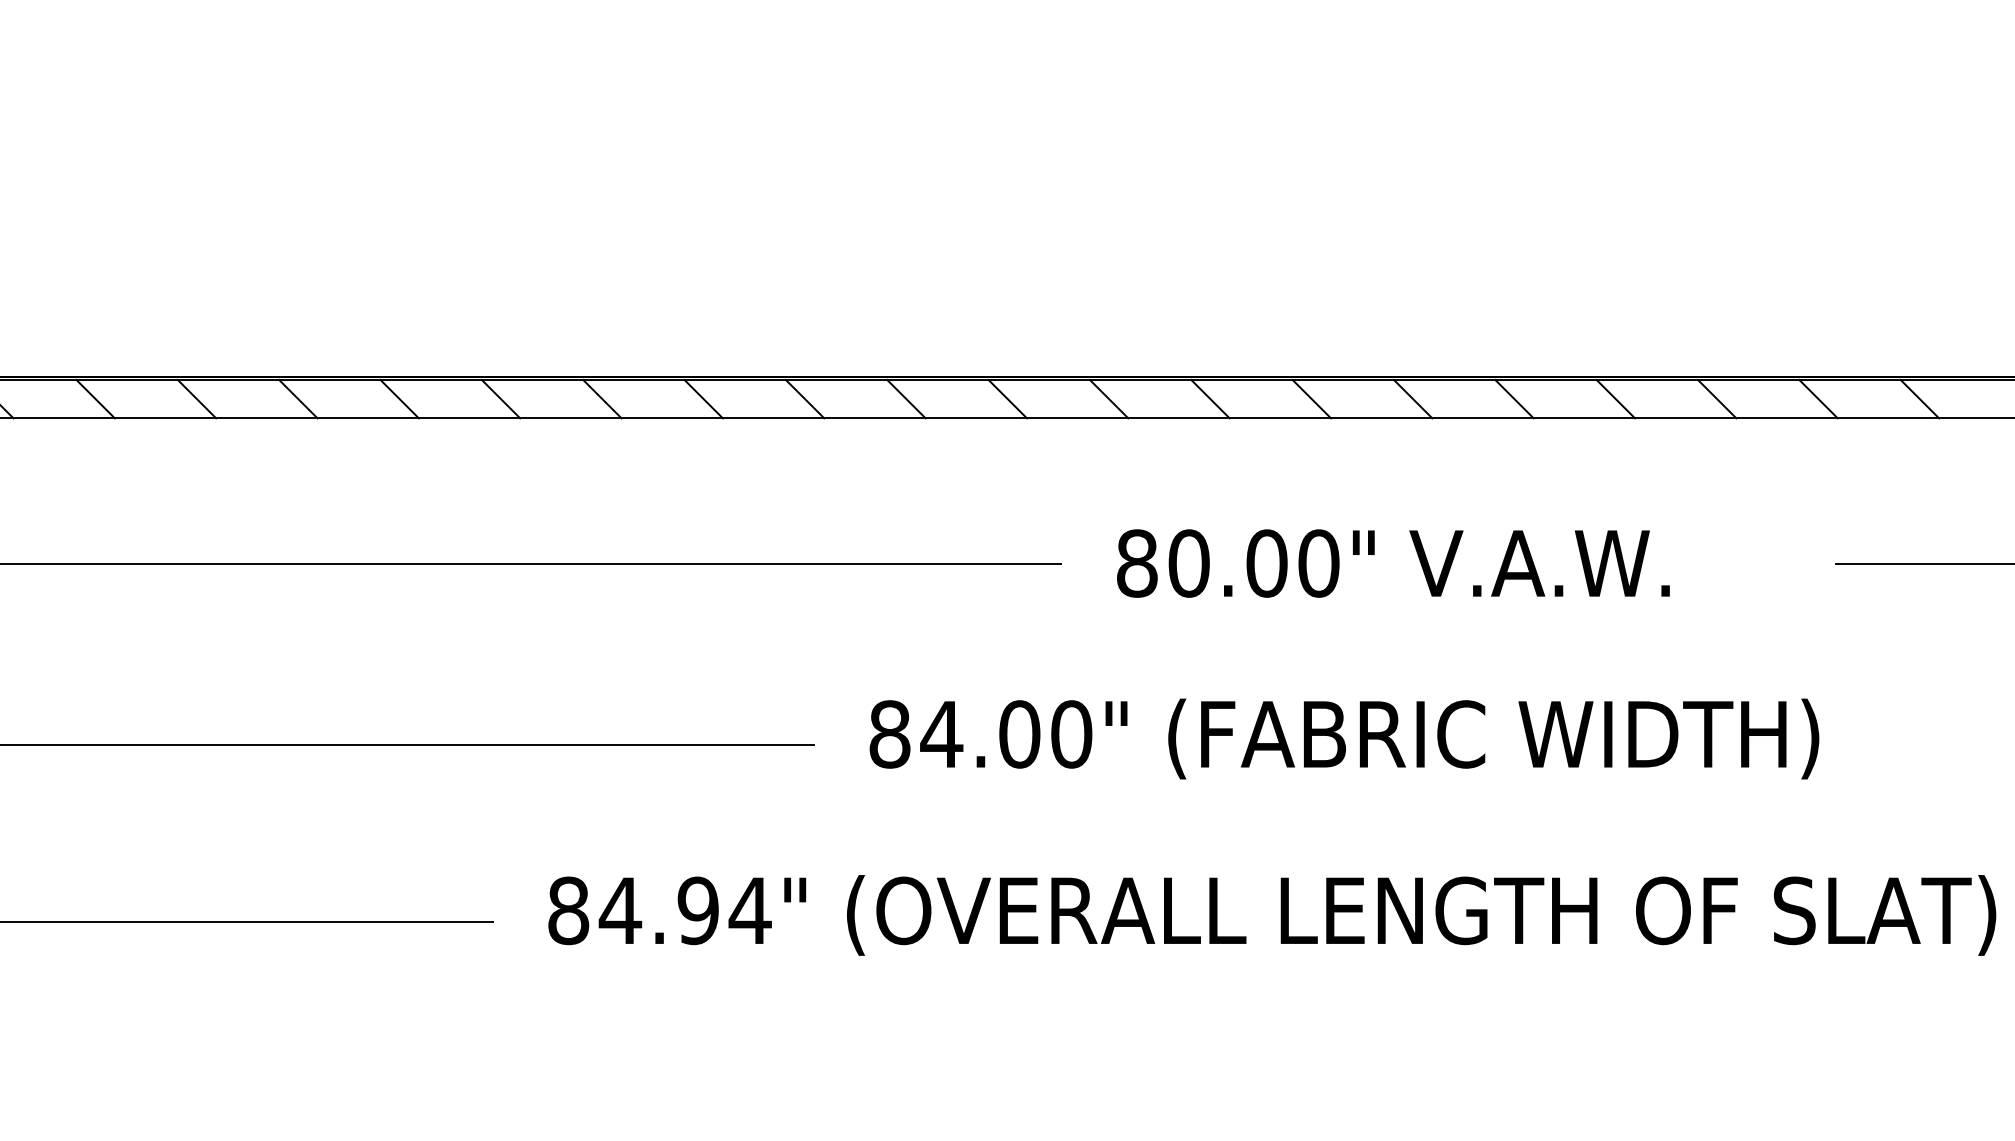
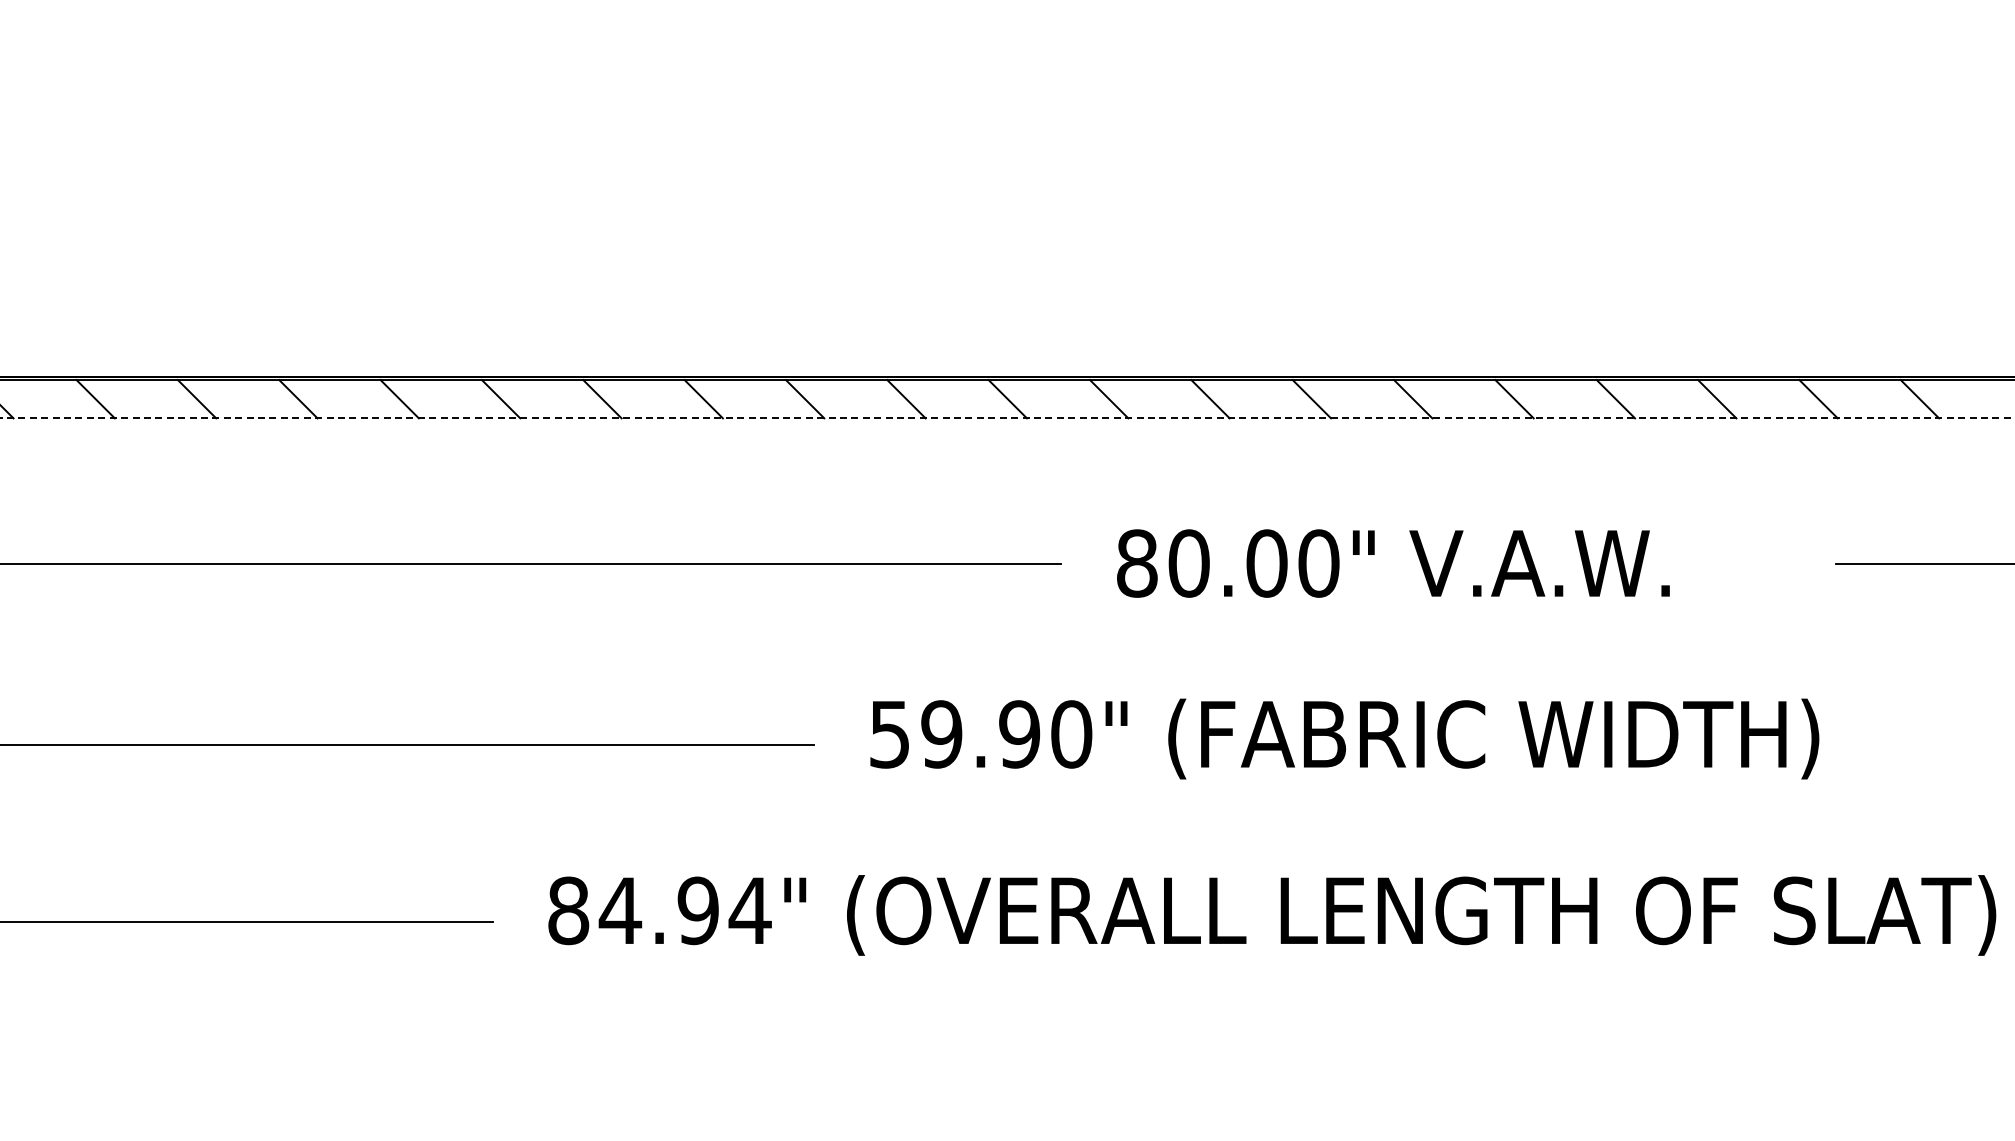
line at (1008, 418): solid -> dashed
text at (954, 734): 84.00" -> 59.90"
